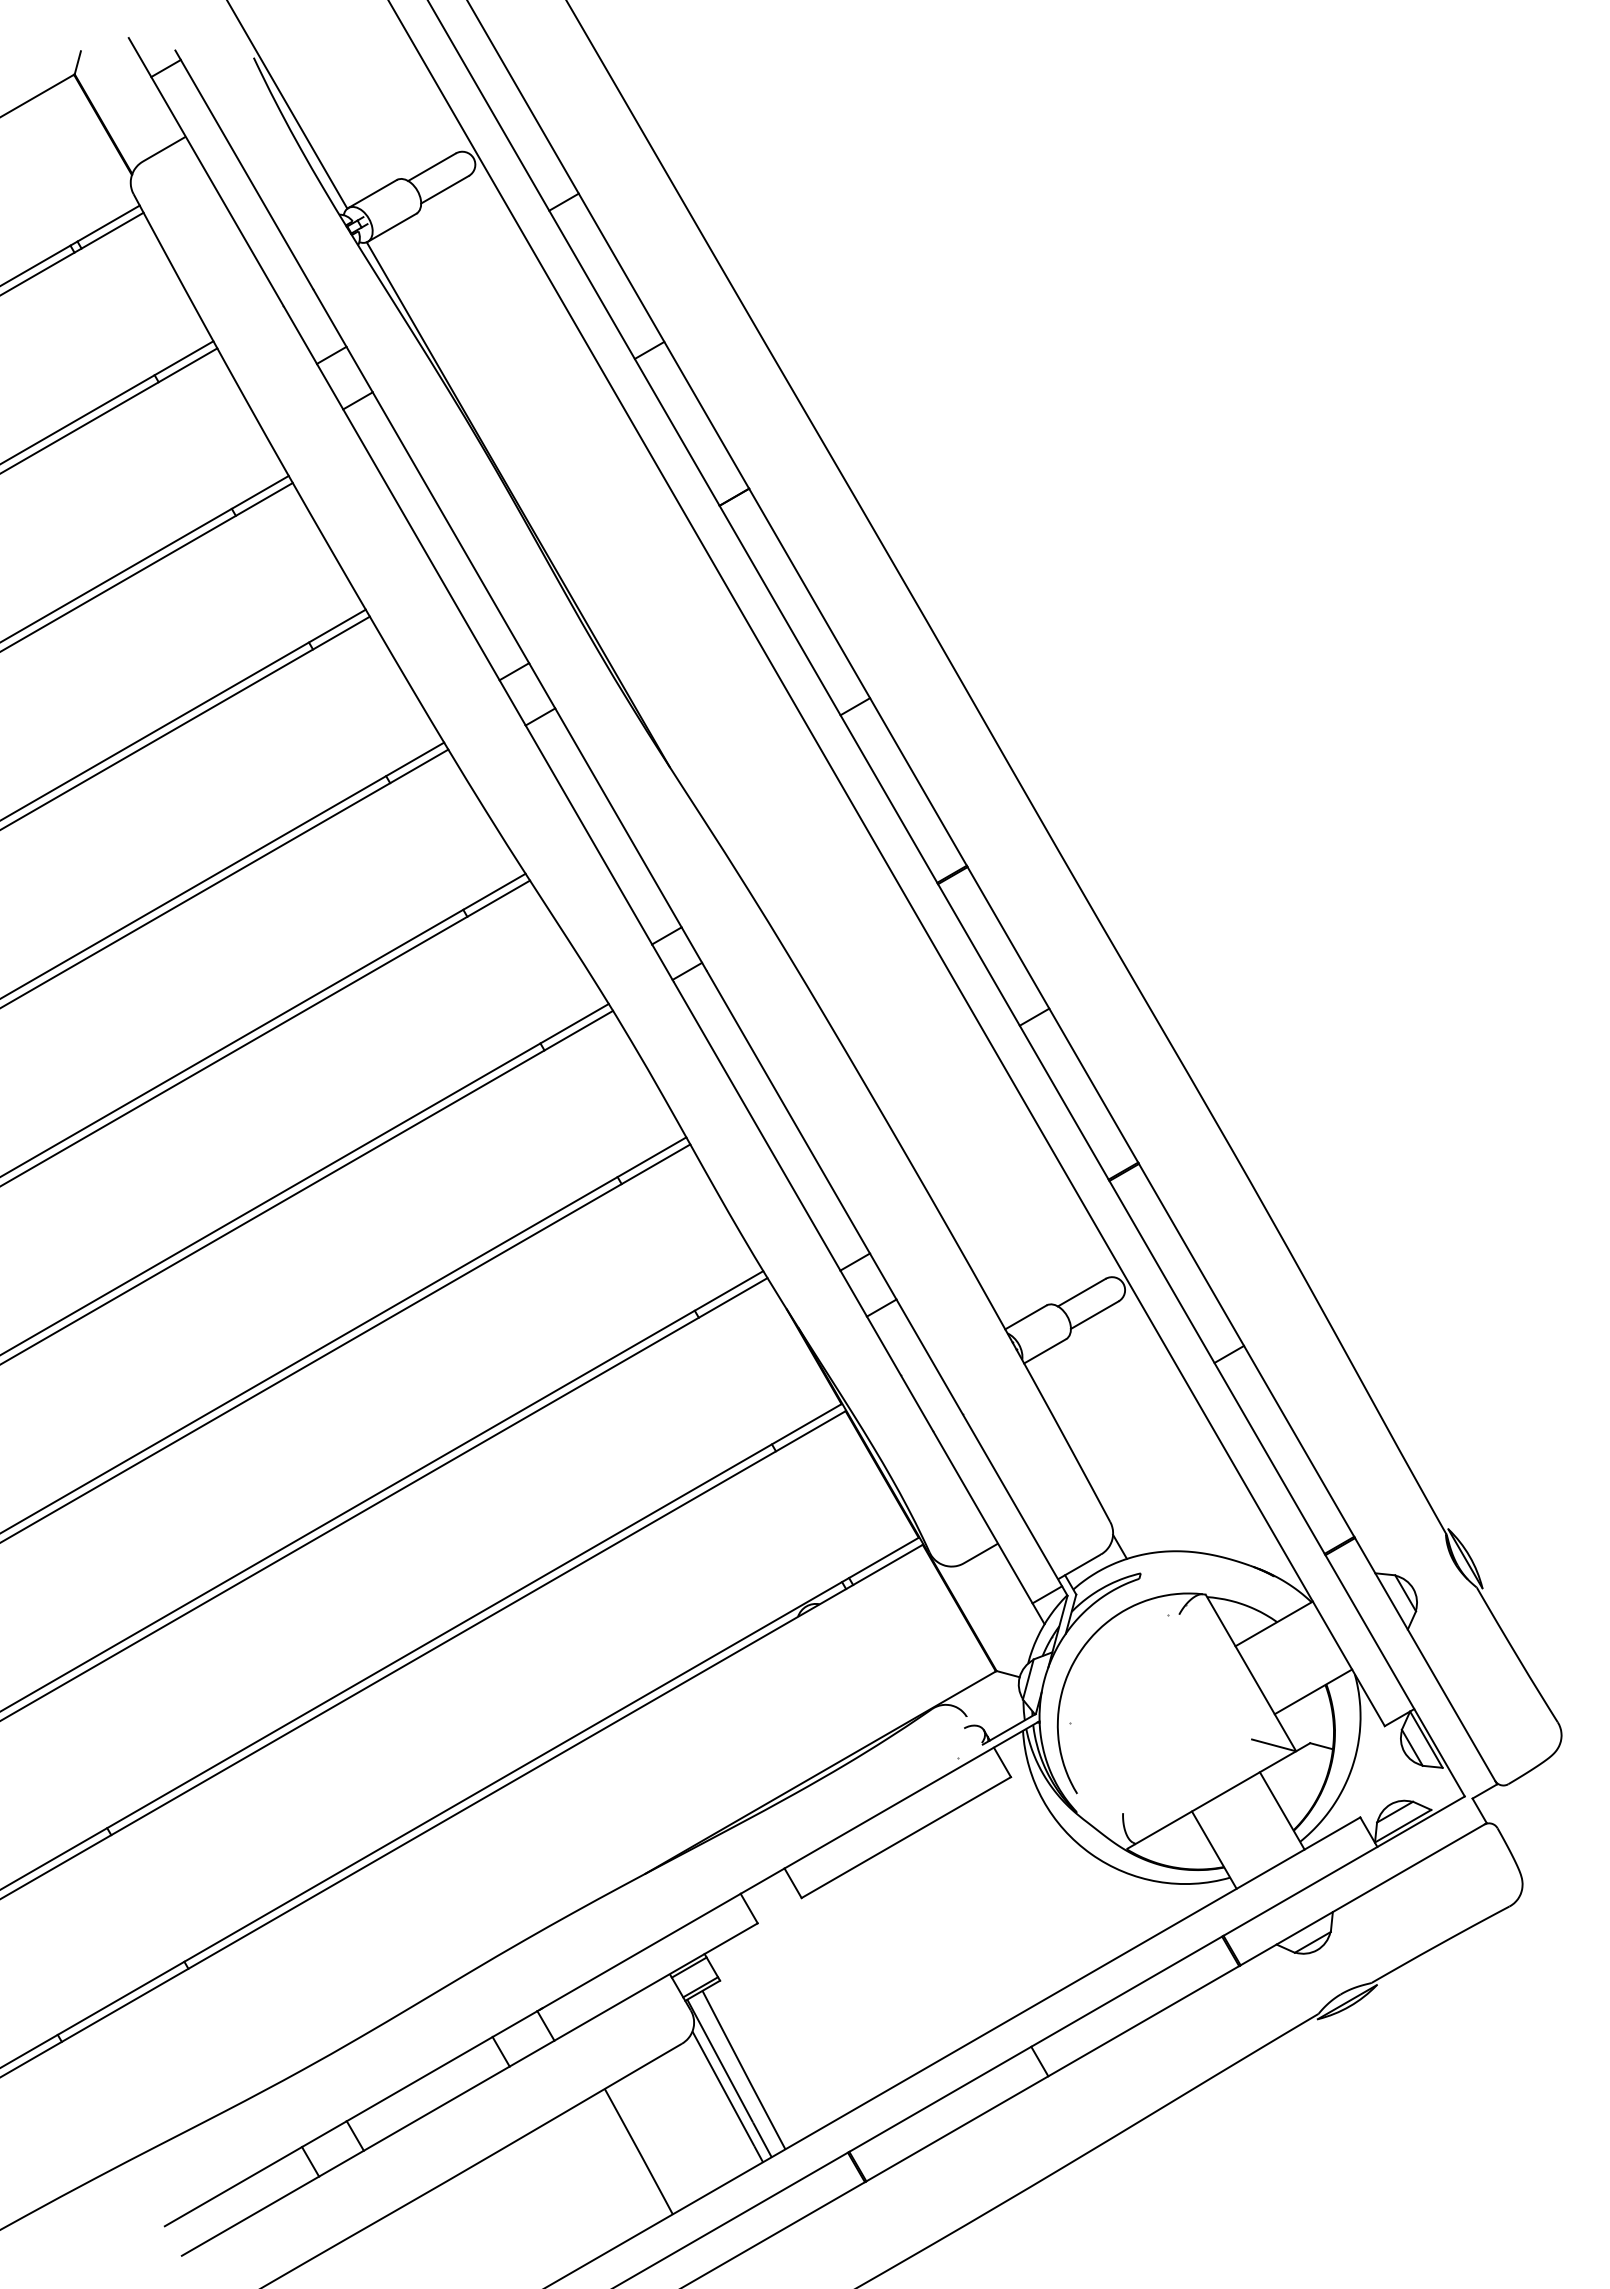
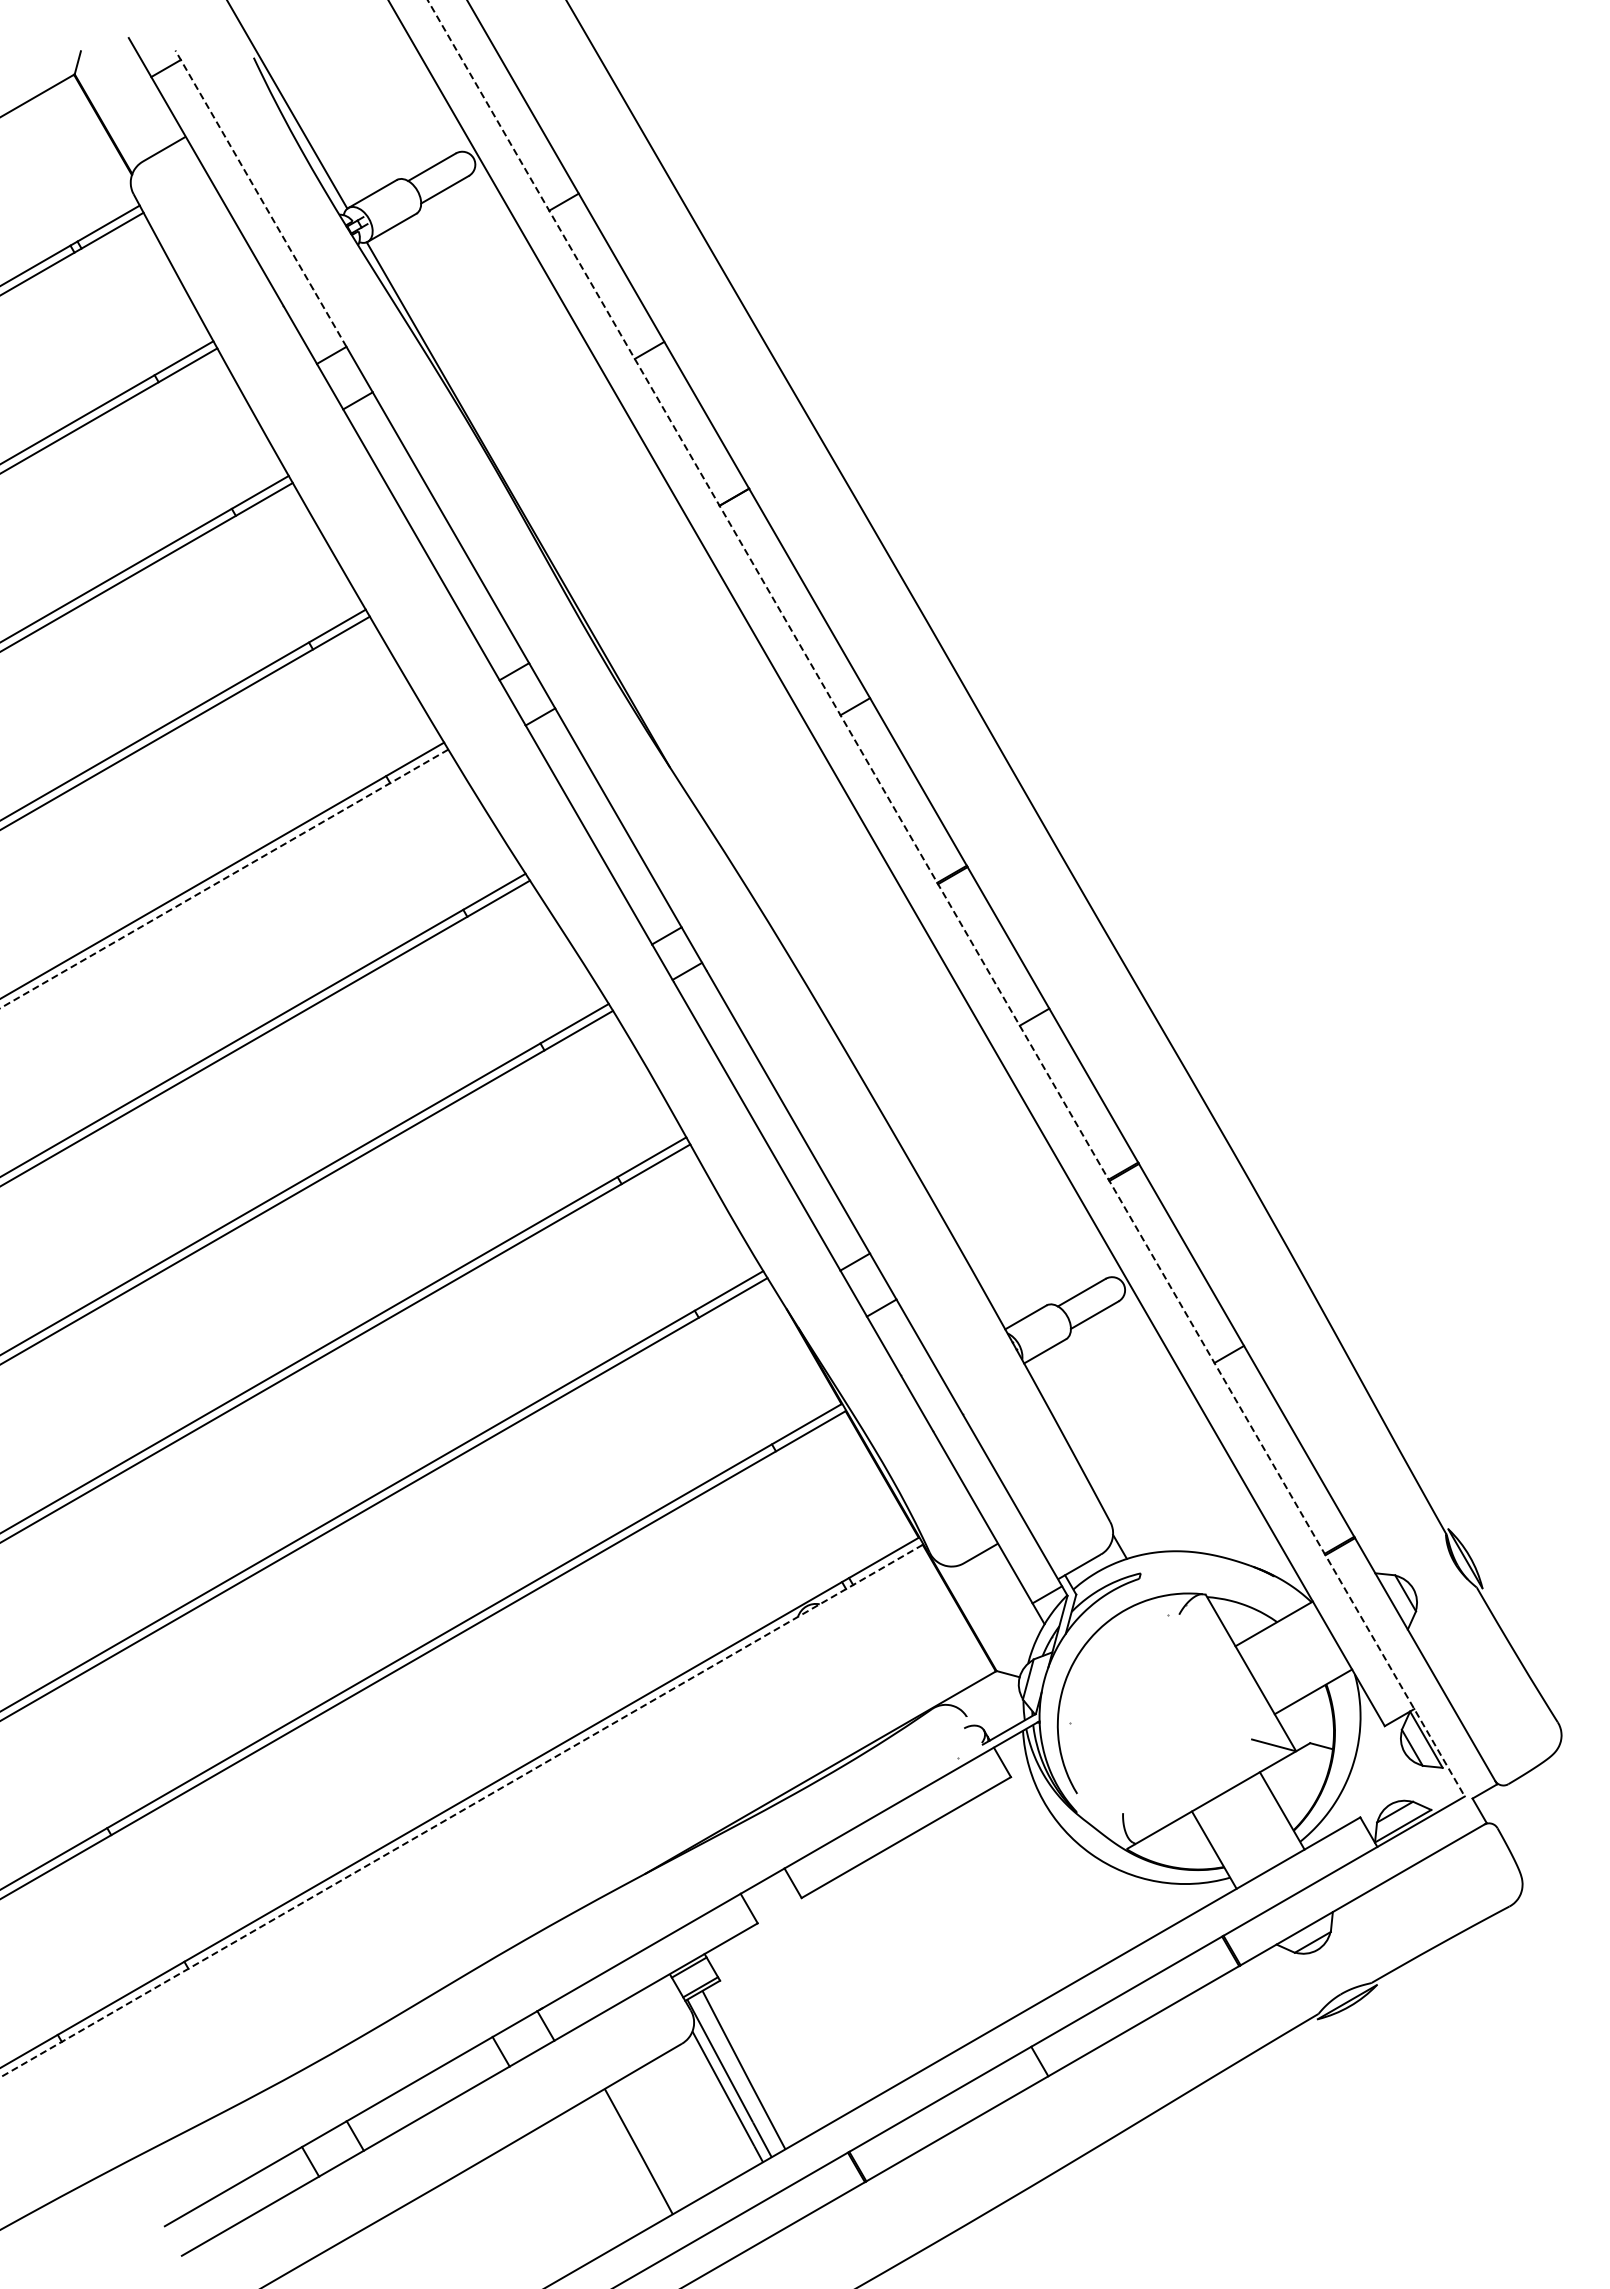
line at (260, 198): solid -> dashed
line at (224, 879): solid -> dashed
line at (946, 898): solid -> dashed
line at (461, 1811): solid -> dashed
